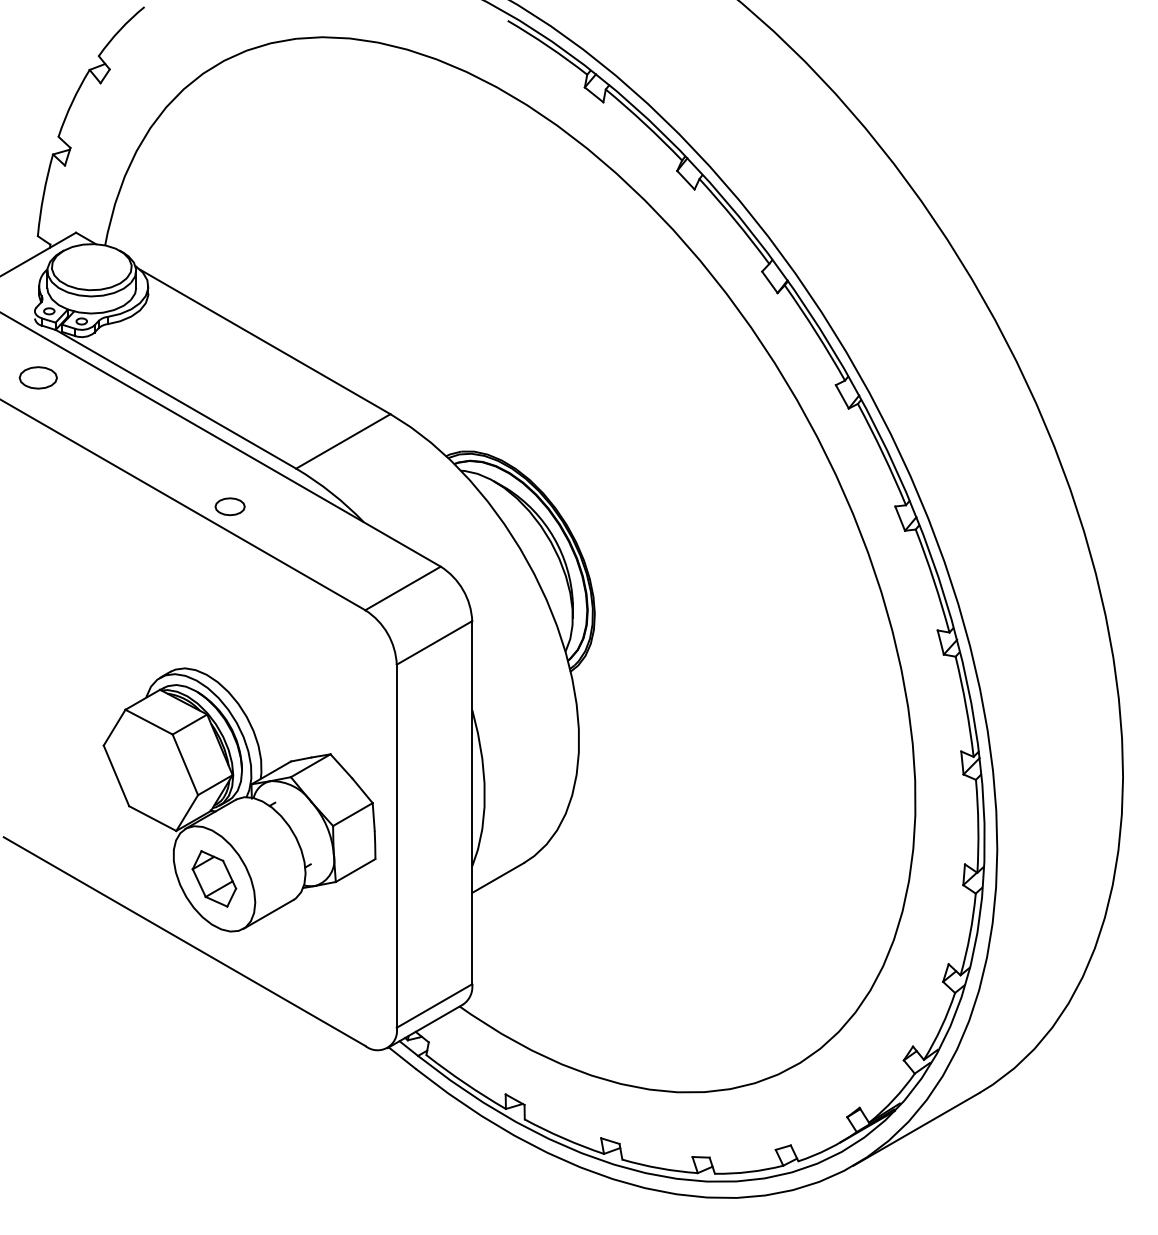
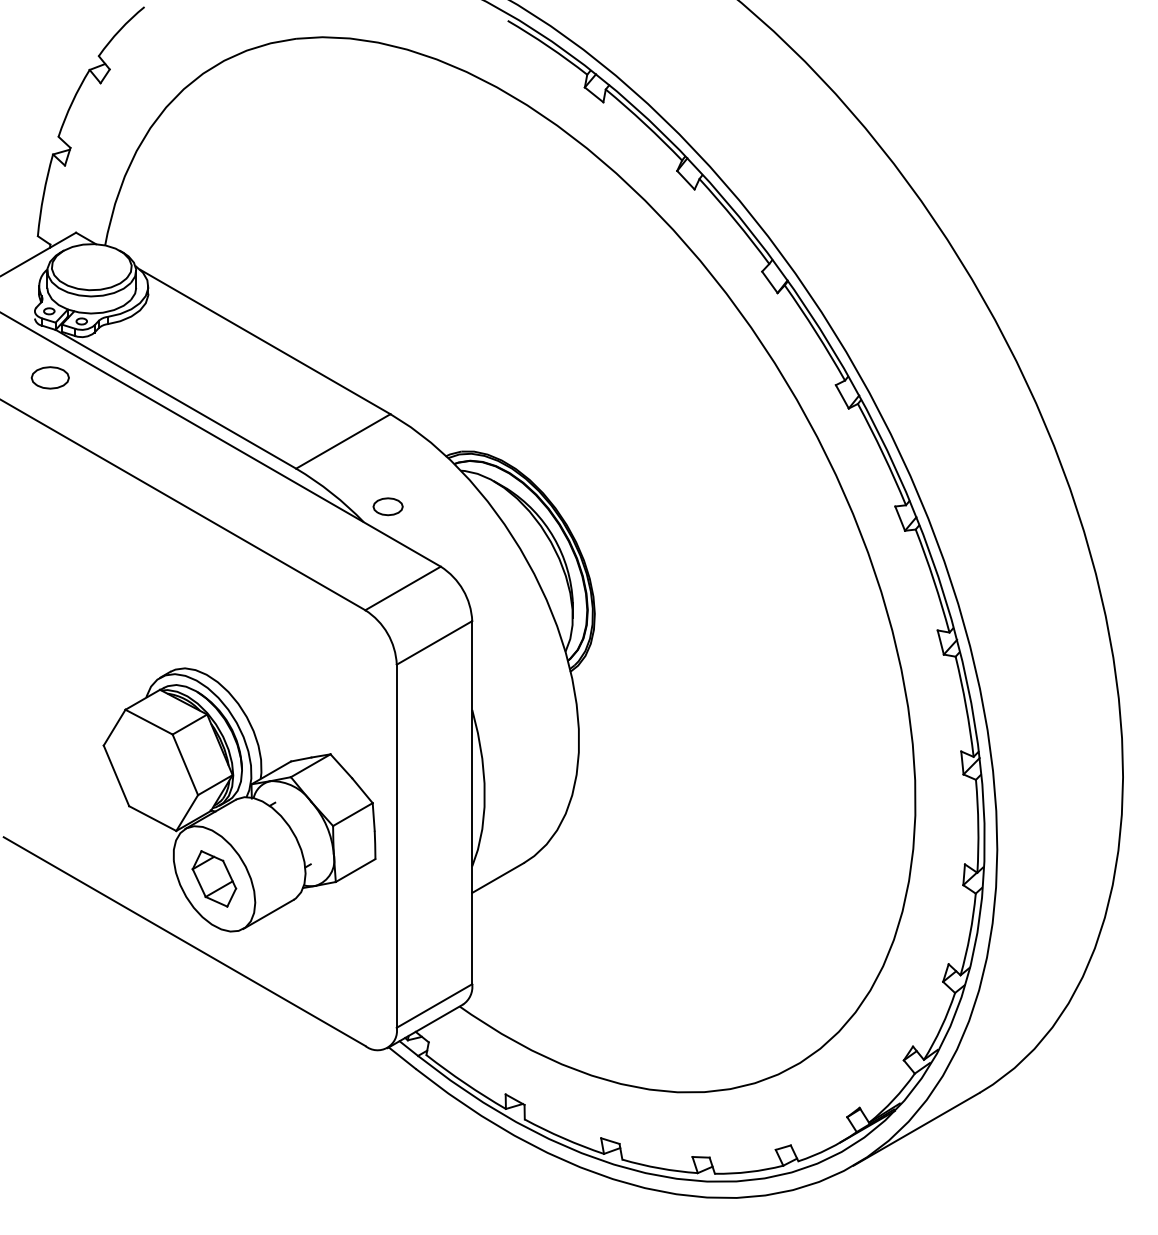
part at (37, 377) position: (37, 377) -> (49, 377)
part at (229, 506) position: (229, 506) -> (387, 506)
